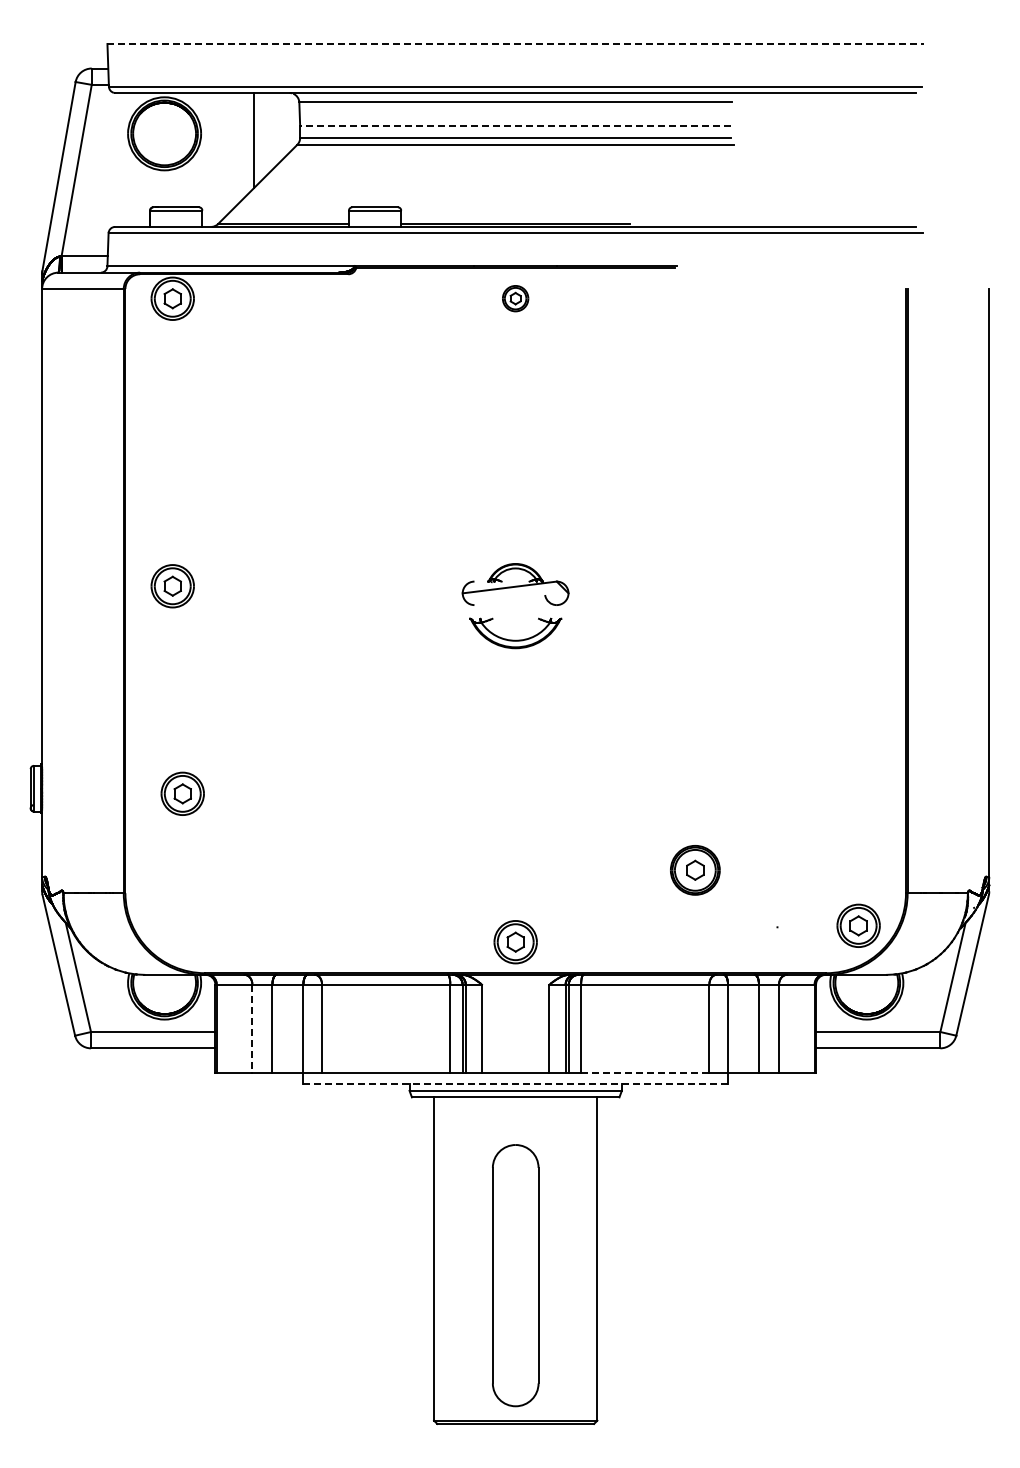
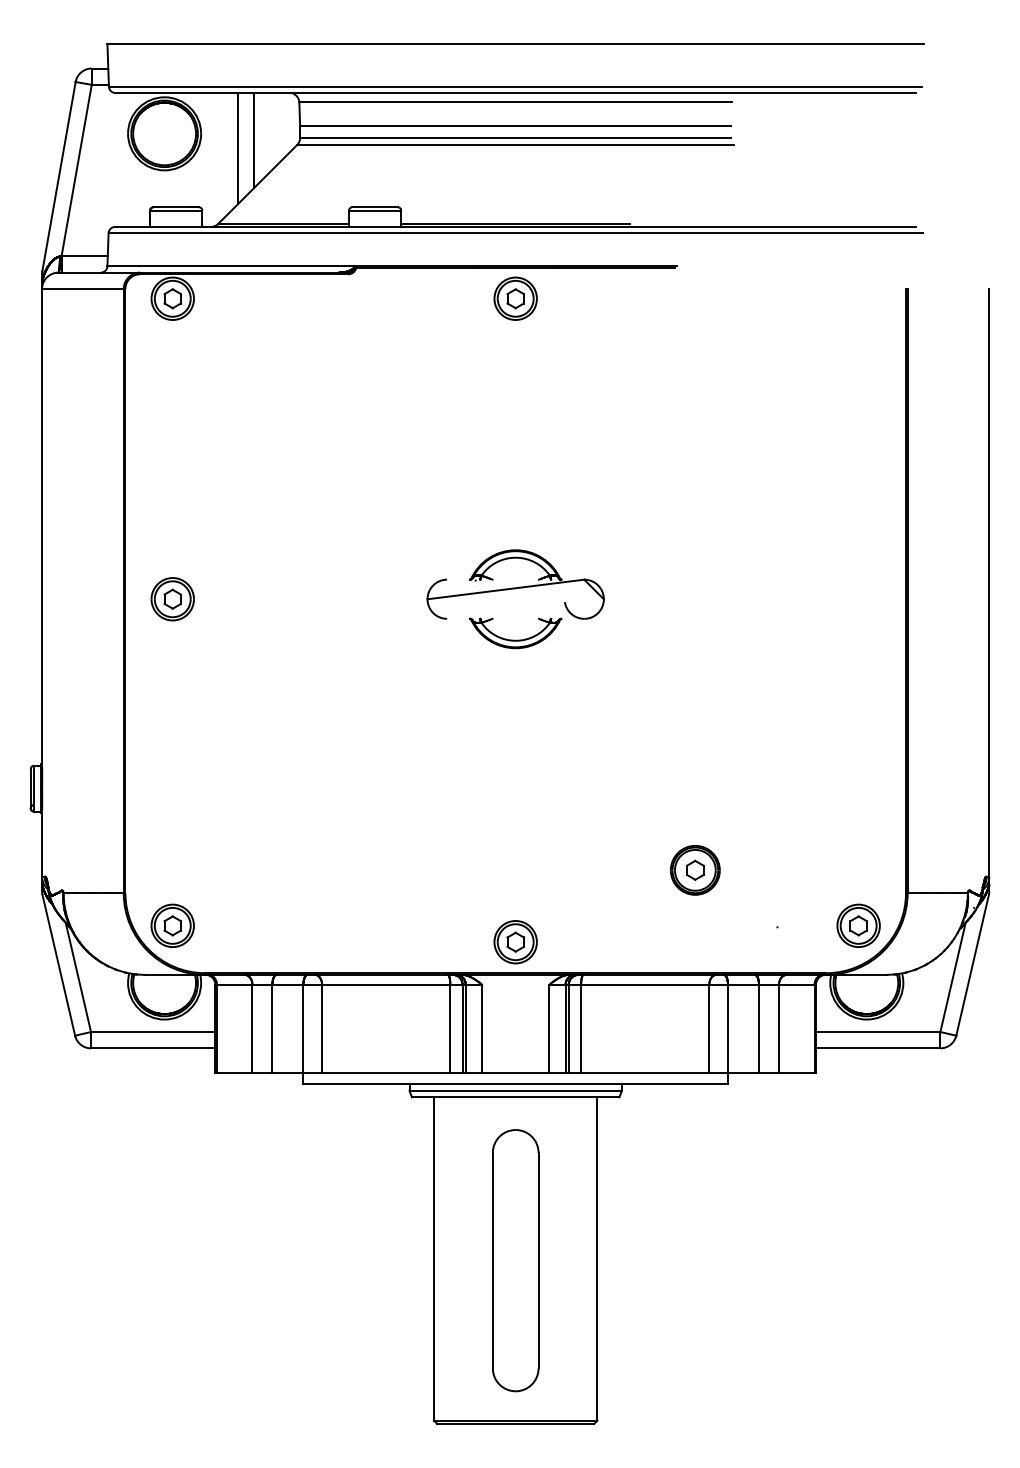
line at (516, 44): dashed -> solid
line at (515, 125): dashed -> solid
line at (238, 148): none -> present
part at (515, 298) size: 28x28 px -> 45x45 px
part at (515, 584) size: 109x43 px -> 179x71 px
part at (172, 586) position: (172, 586) -> (172, 599)
part at (182, 793) position: (182, 793) -> (172, 925)
line at (252, 1029): dashed -> solid
line at (644, 1072): dashed -> solid
line at (515, 1084): dashed -> solid
part at (515, 1275) position: (515, 1275) -> (515, 1260)
